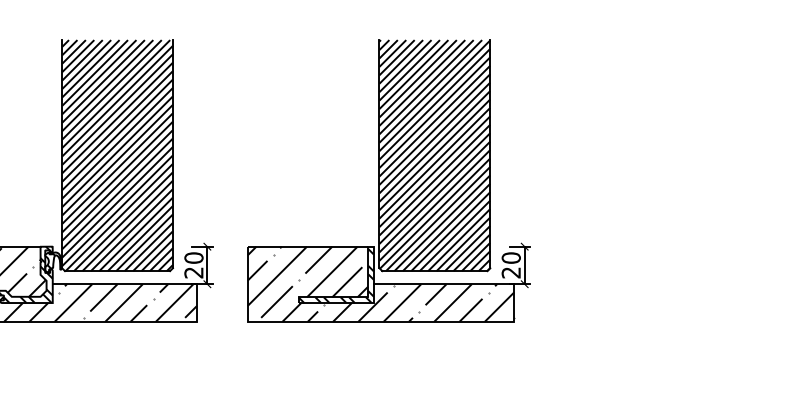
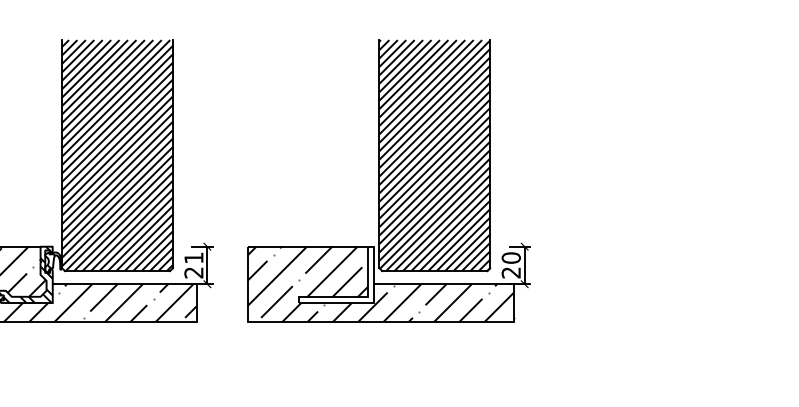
text at (193, 257): 20 -> 21
hatch at (335, 275): present -> none
